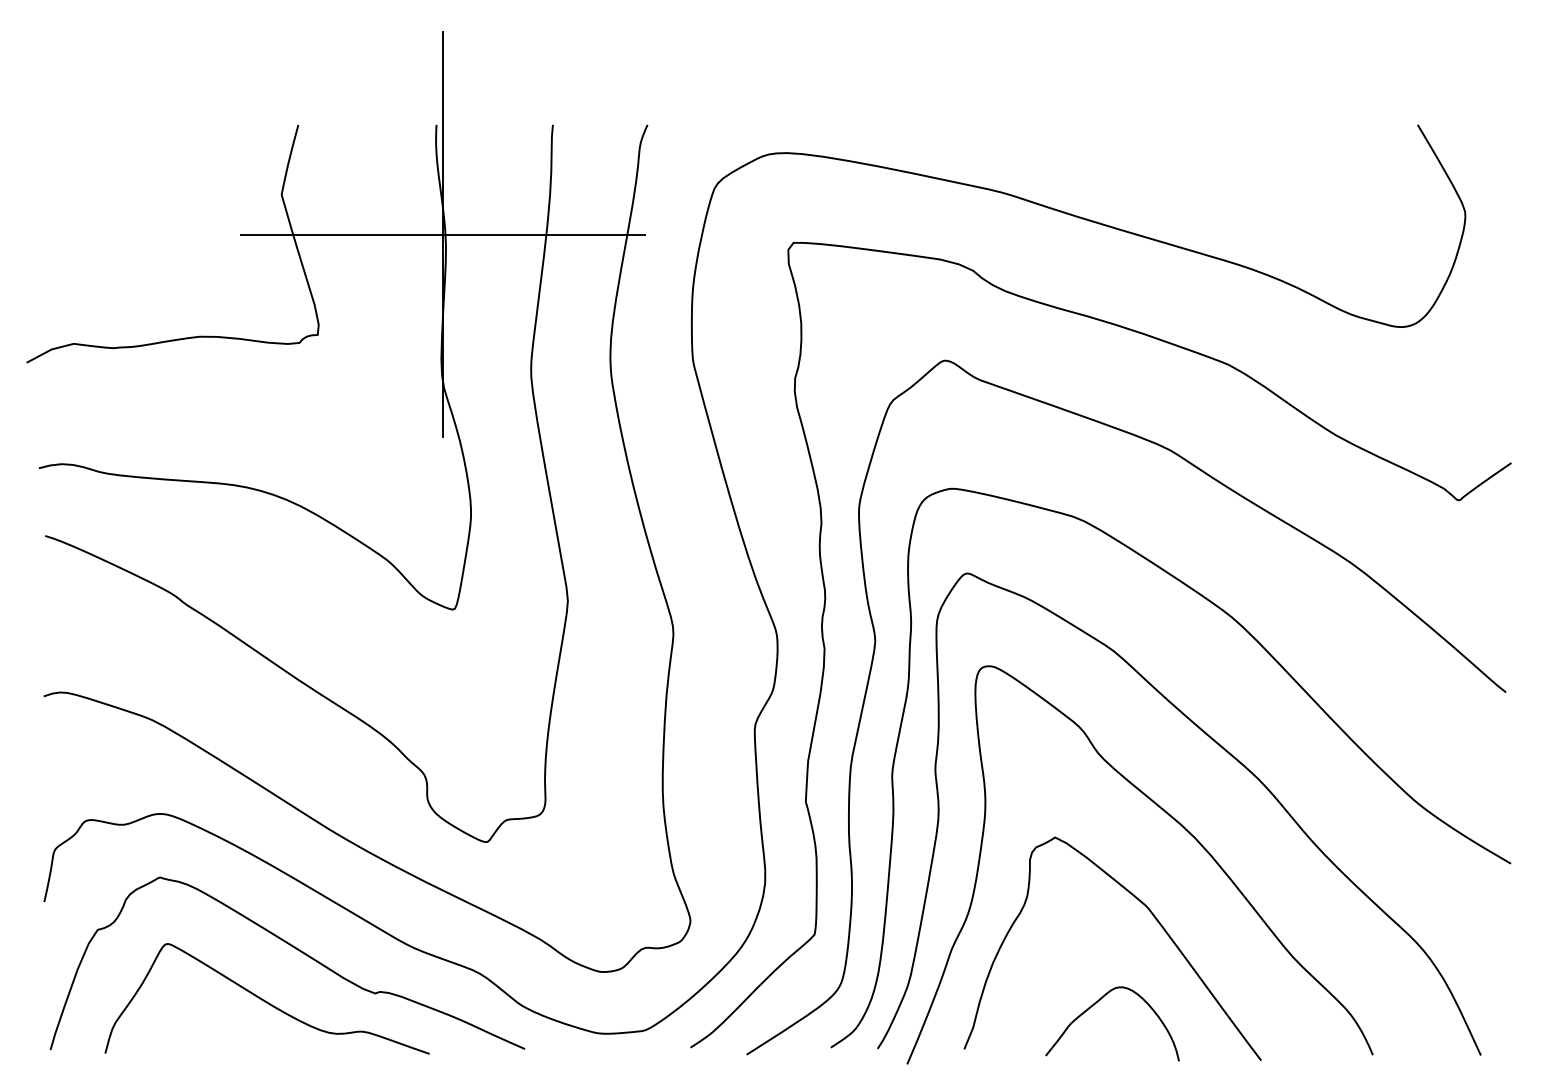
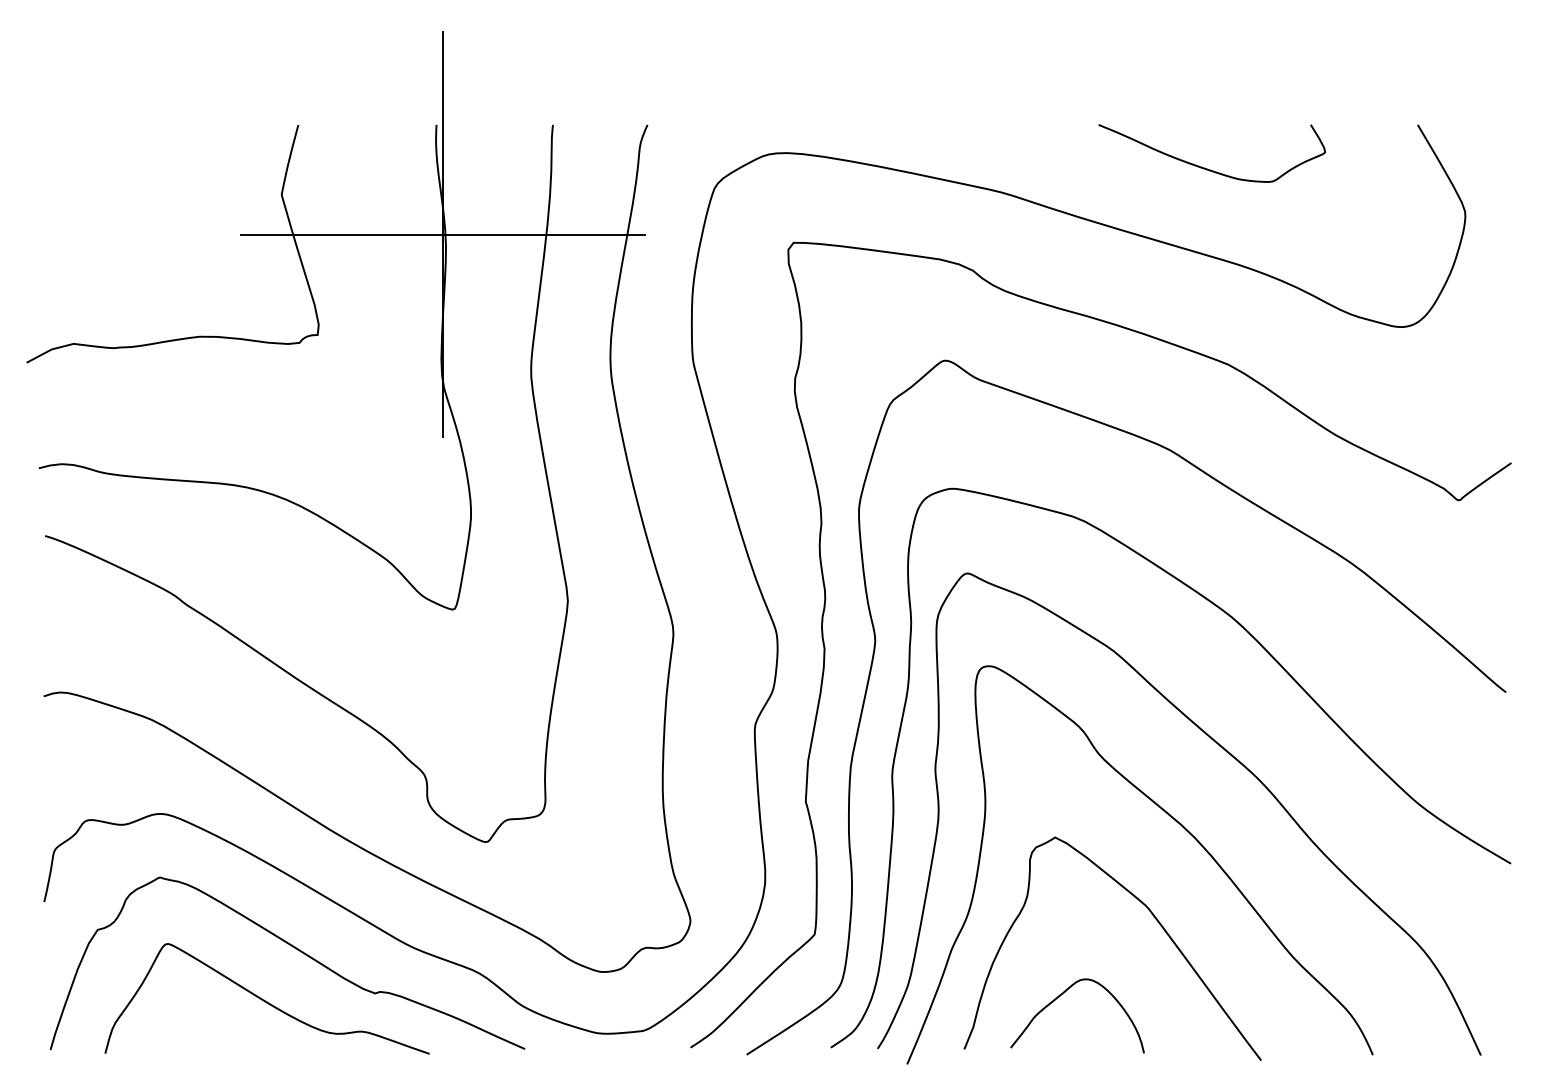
curve at (1207, 168): none -> present
curve at (1094, 1005) position: (1094, 1005) -> (1059, 997)
